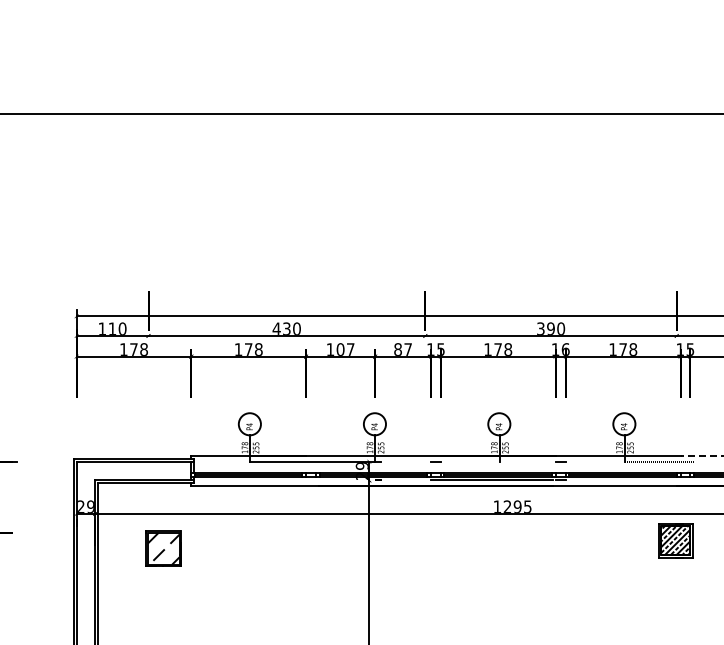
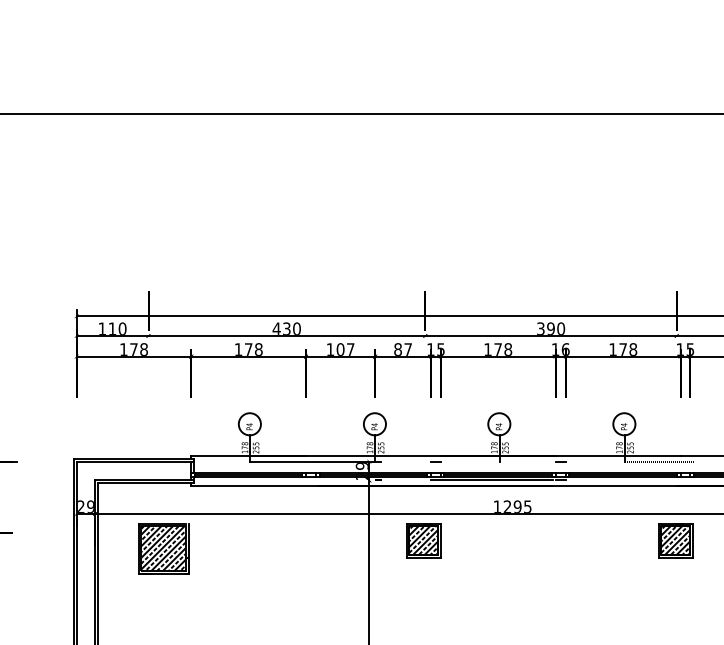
line at (701, 455): dashed -> solid
part at (423, 540): none -> present
part at (163, 548) size: 37x37 px -> 52x52 px
